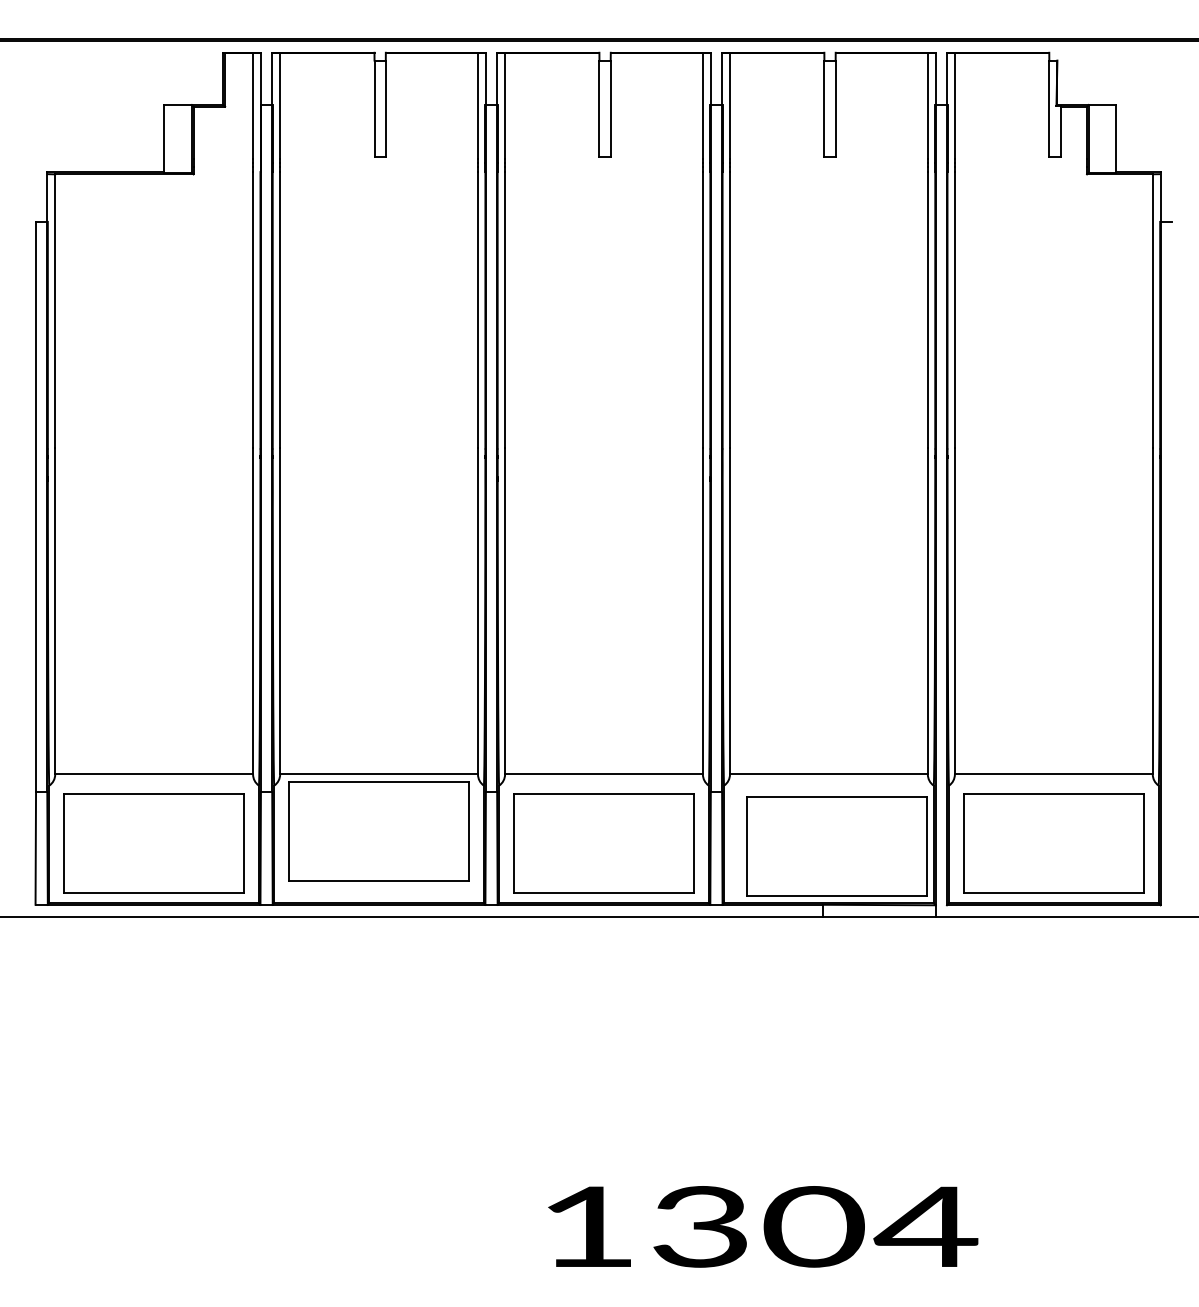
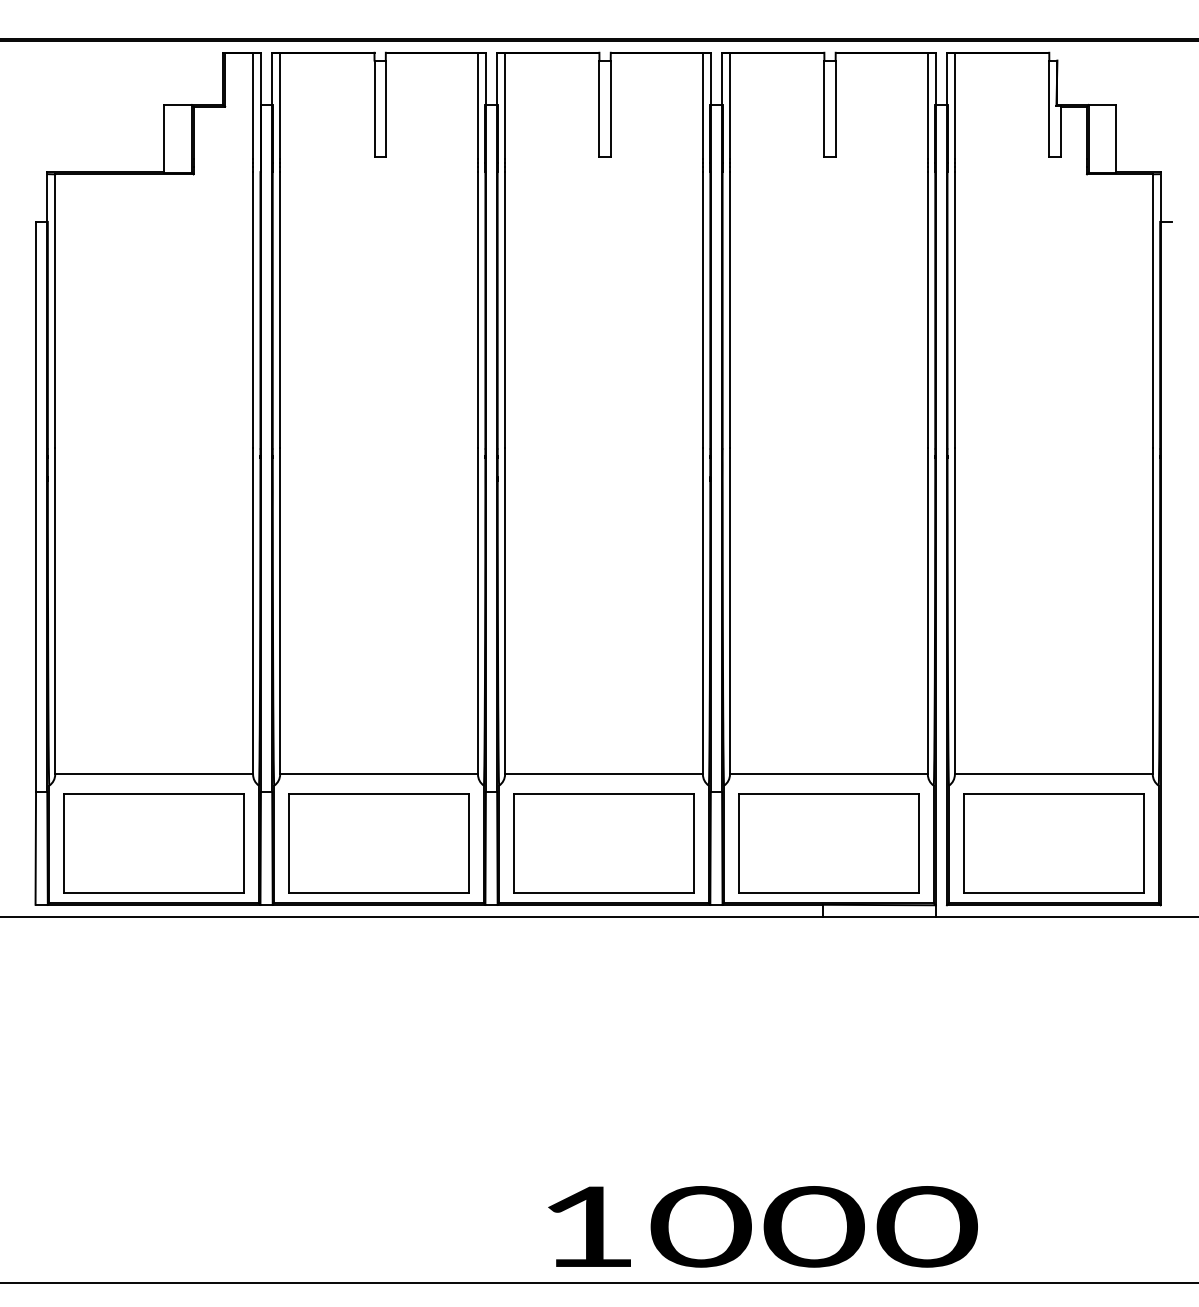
part at (378, 831) position: (378, 831) -> (378, 843)
part at (836, 846) position: (836, 846) -> (828, 843)
text at (814, 1226): 1304 -> 1000
line at (598, 1283): none -> present
